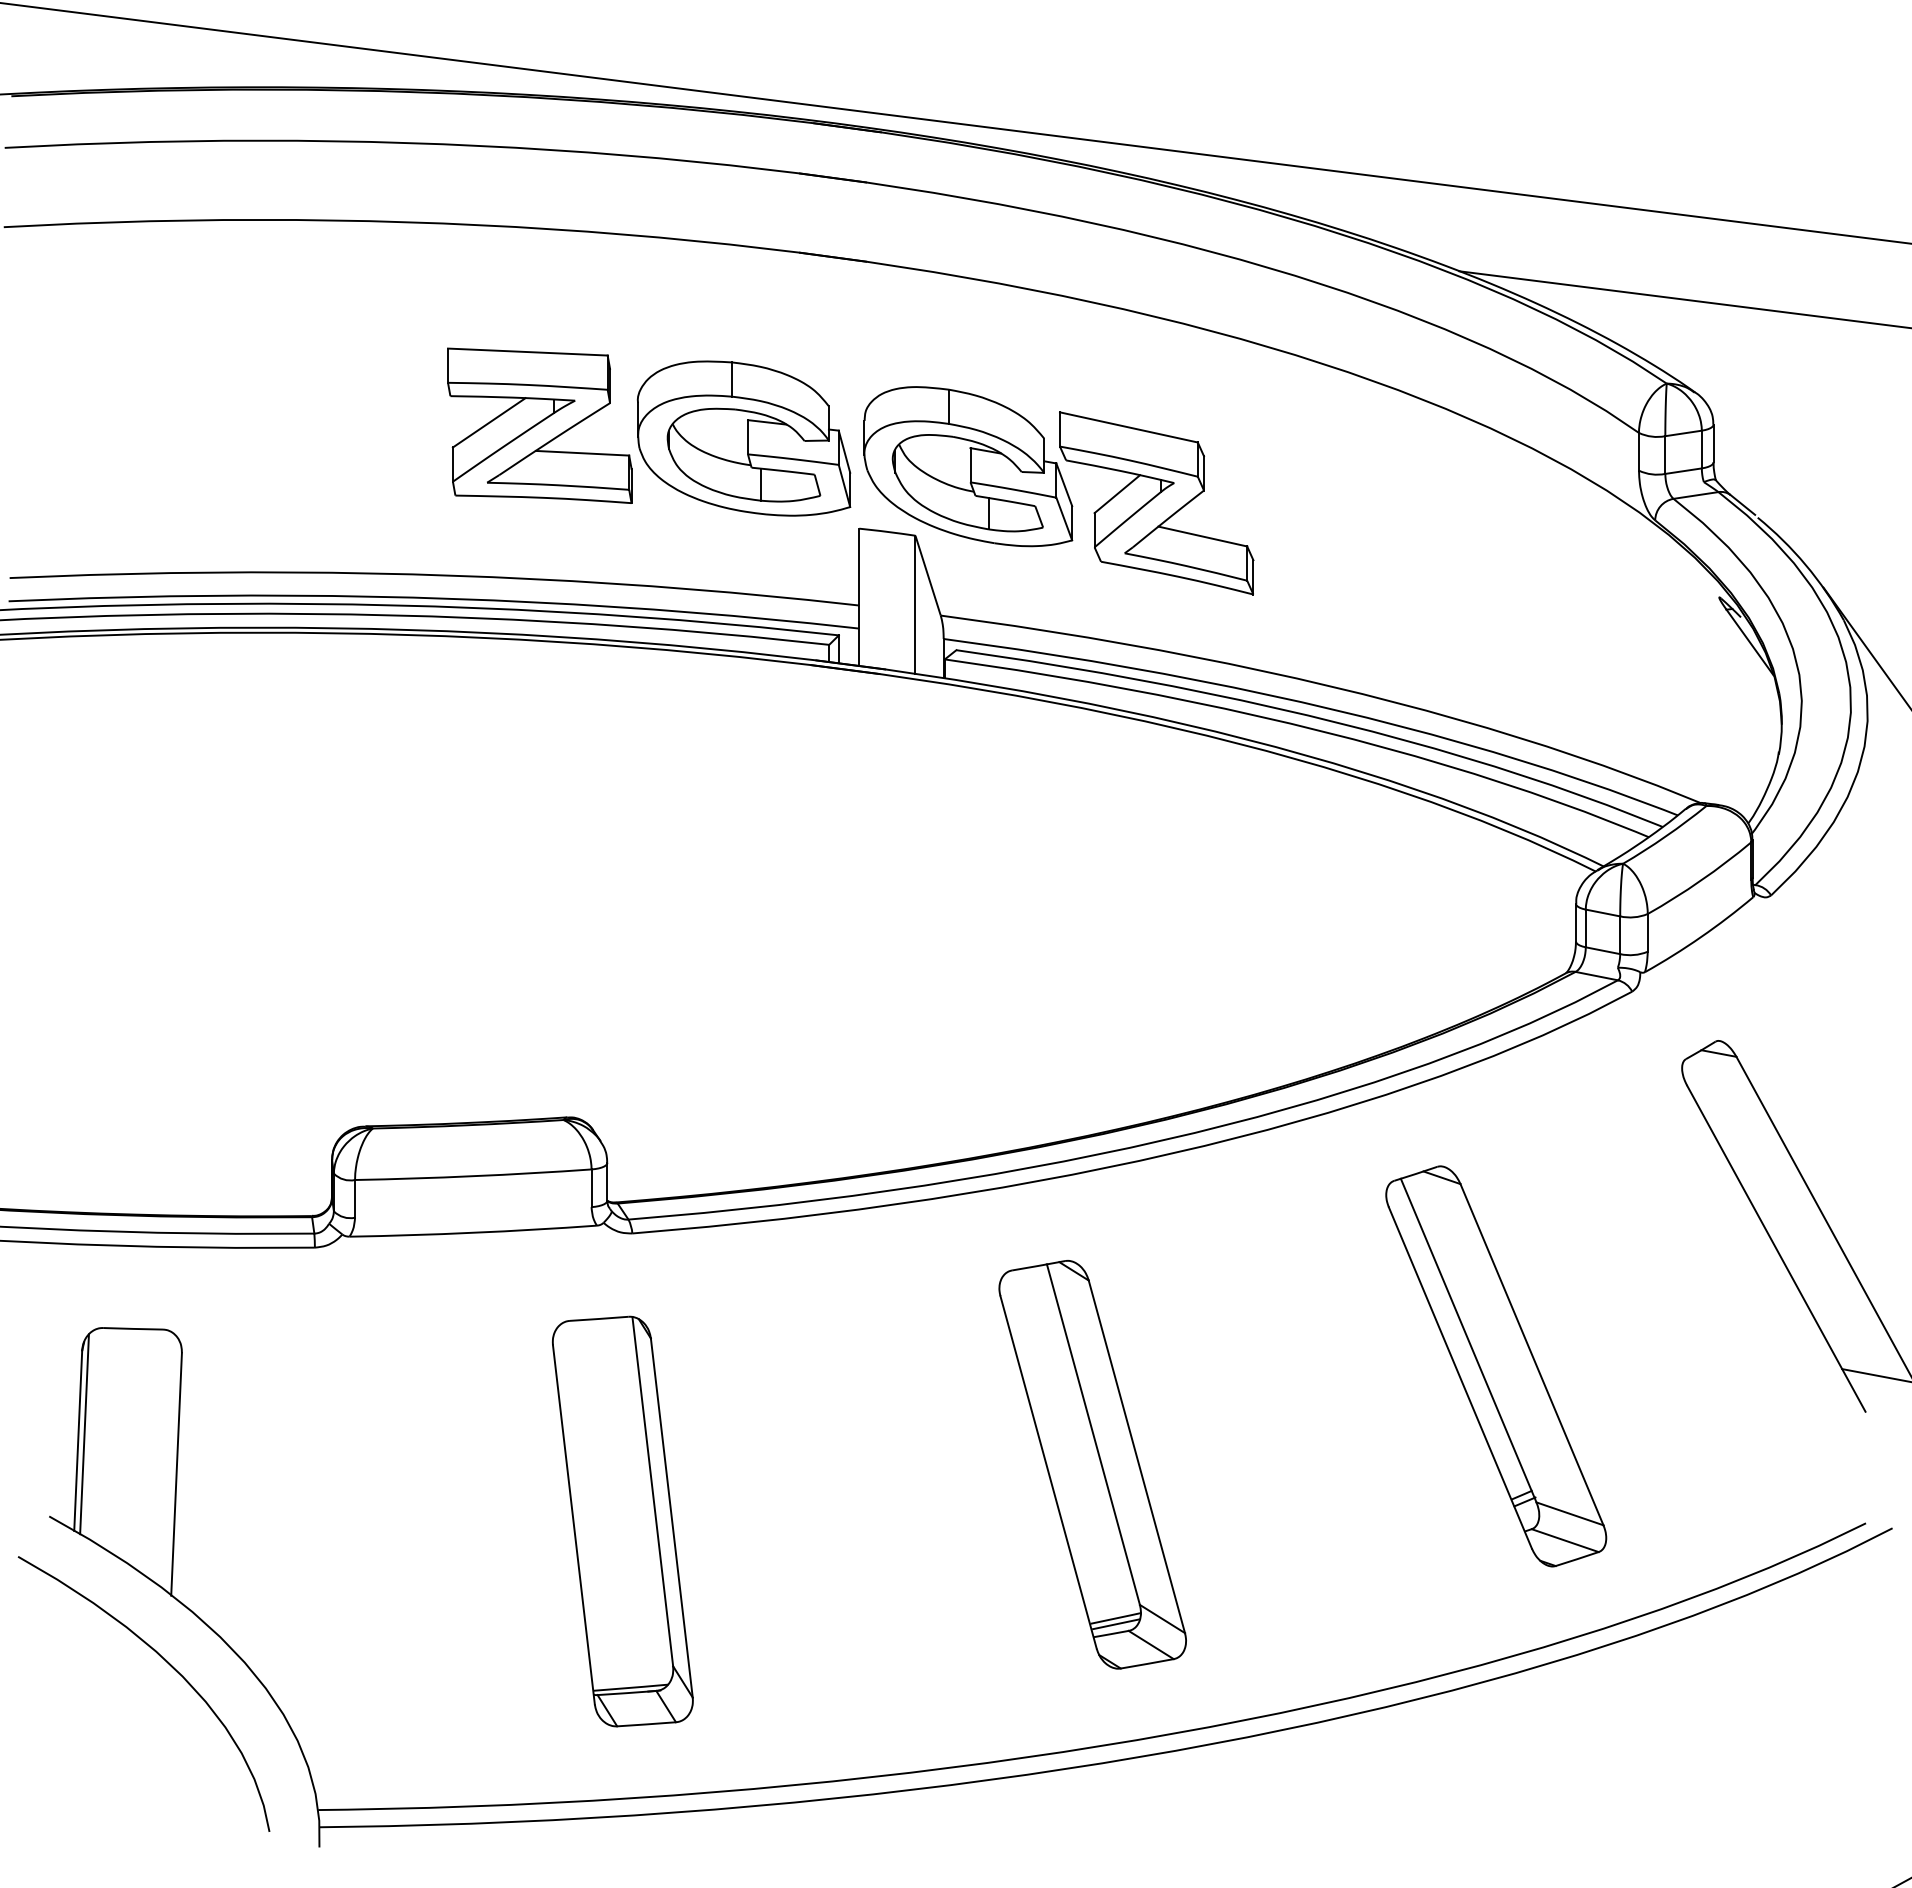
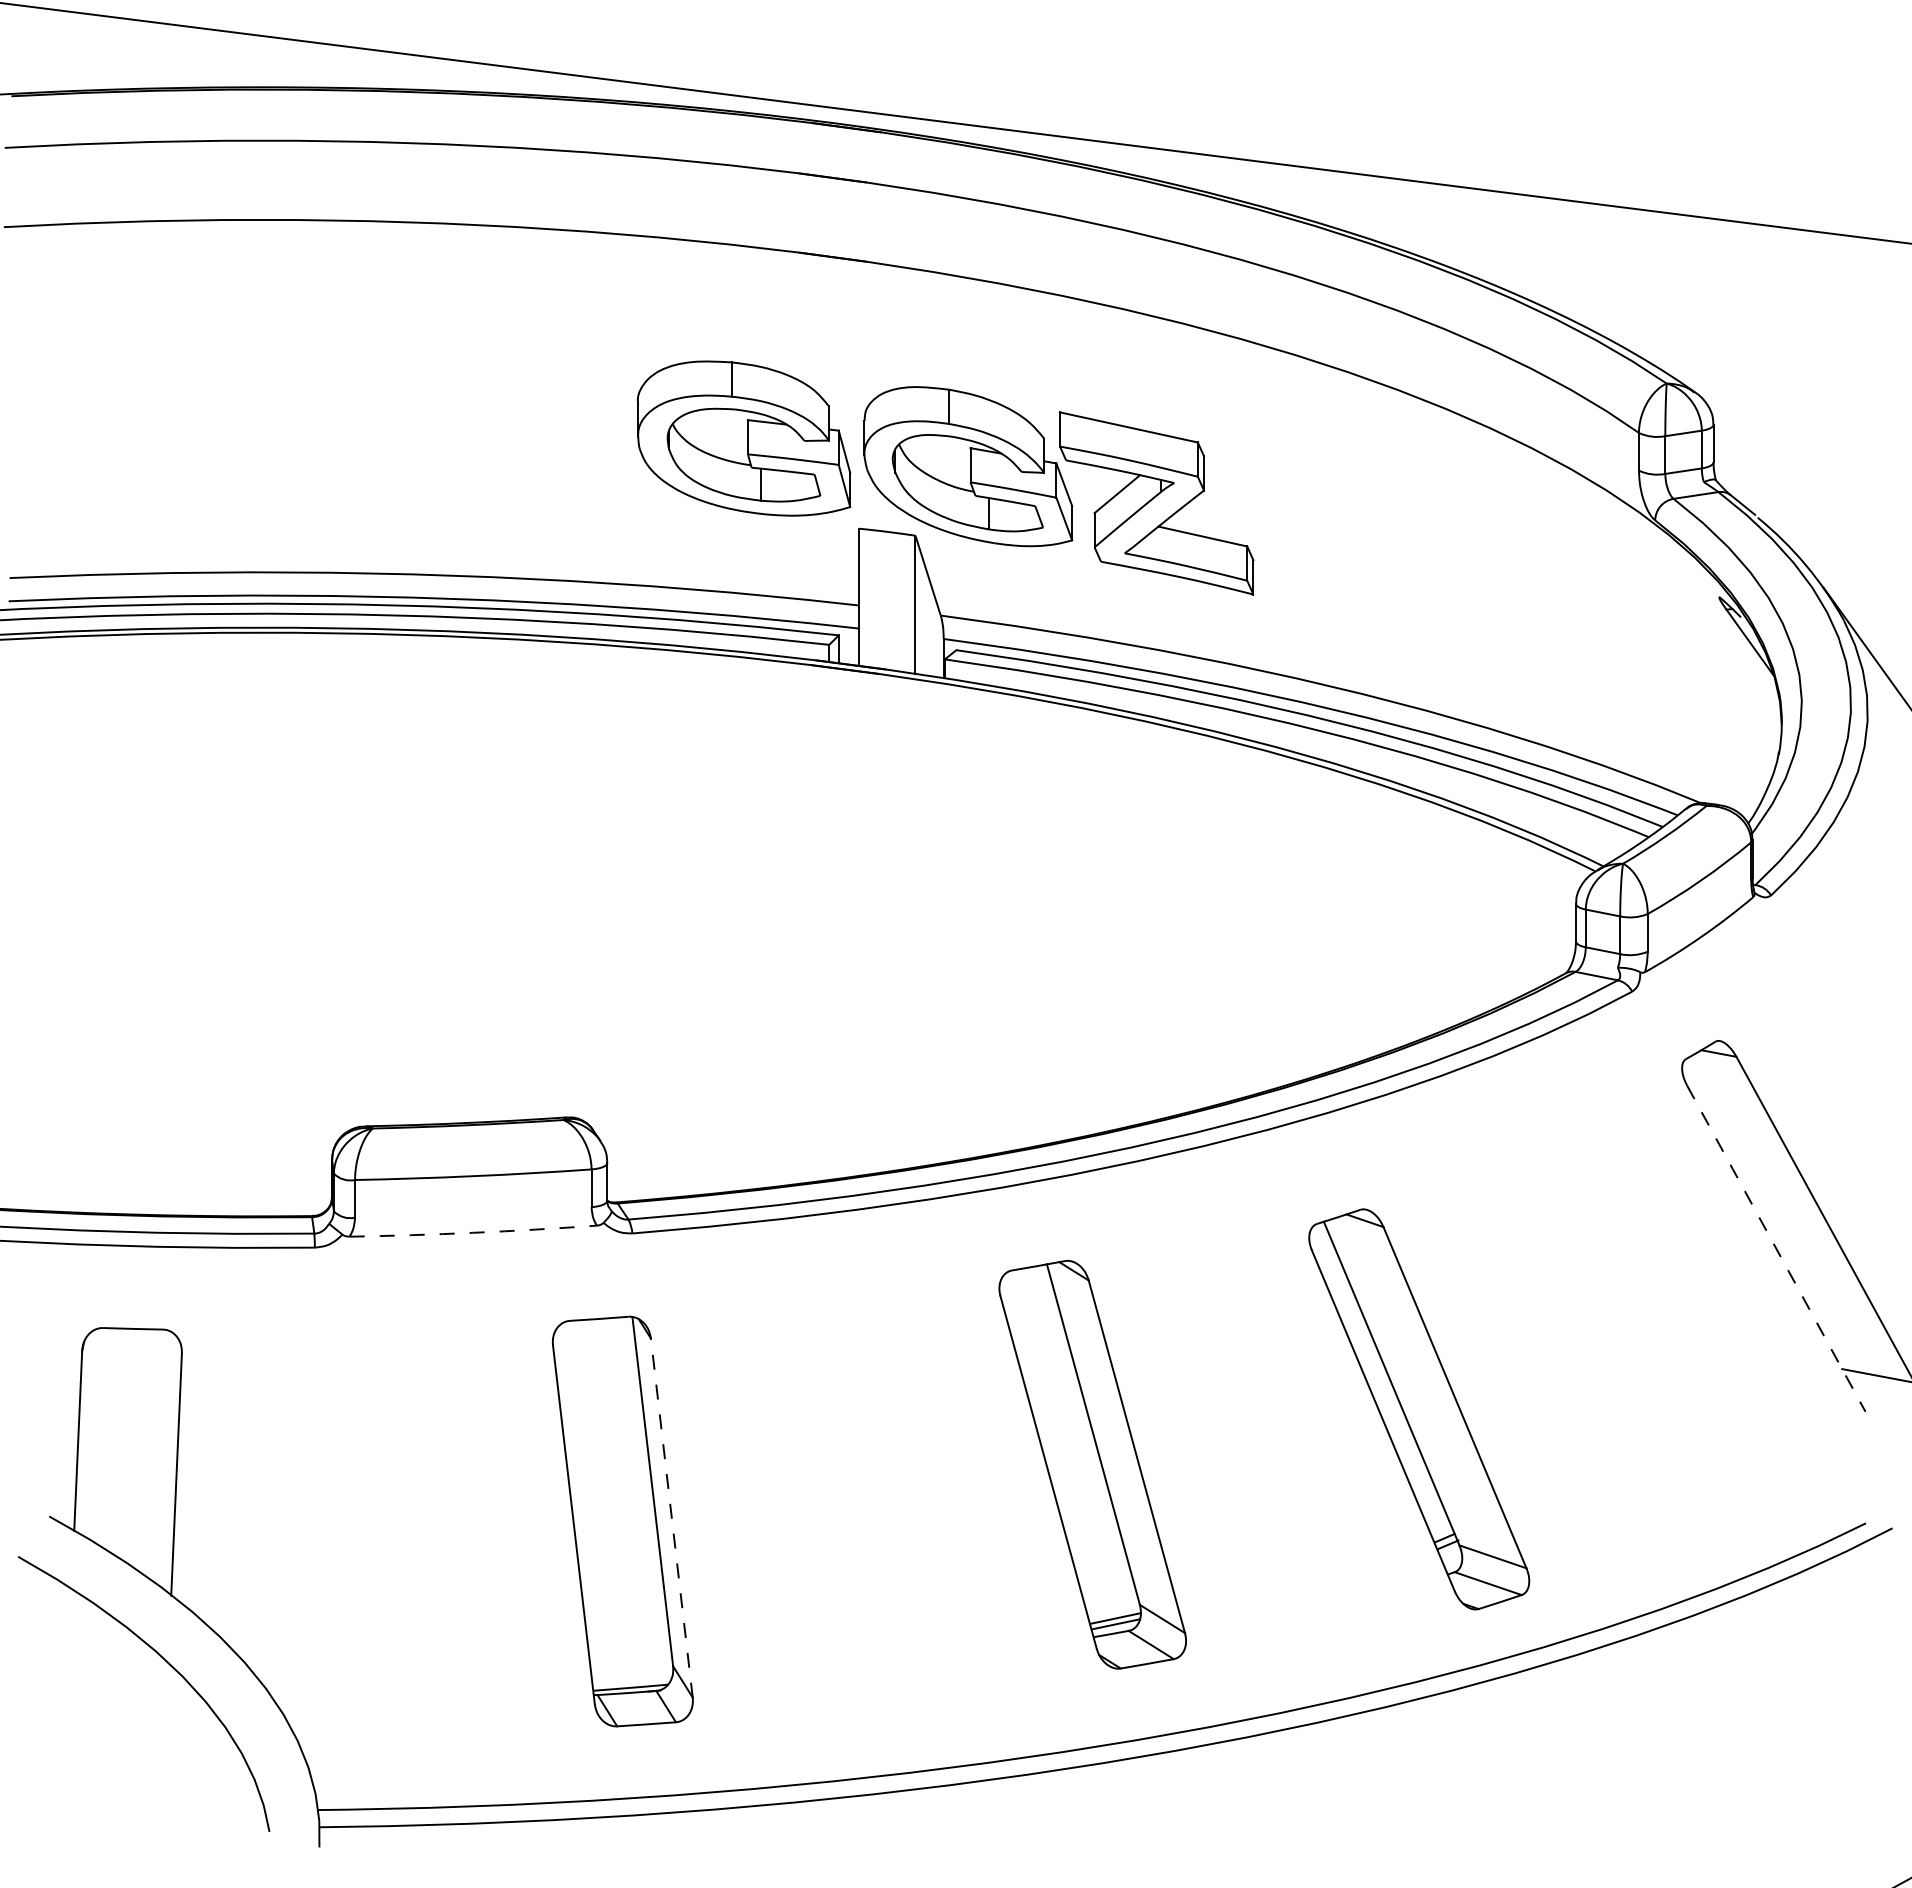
line at (1683, 299): present -> none
part at (539, 425): present -> none
arc at (473, 1232): solid -> dashed
line at (1776, 1248): solid -> dashed
part at (1496, 1366) position: (1496, 1366) -> (1419, 1409)
line at (84, 1434): present -> none
line at (671, 1518): solid -> dashed
